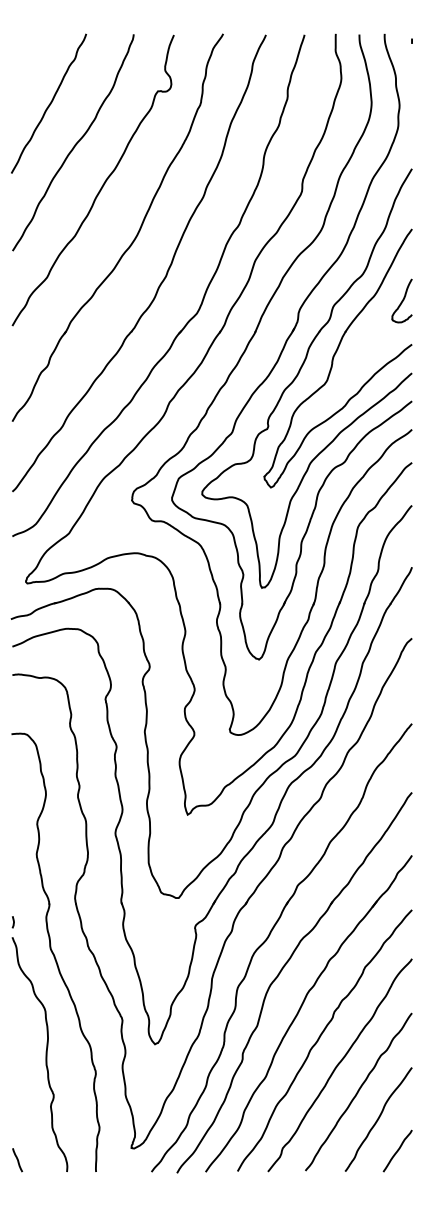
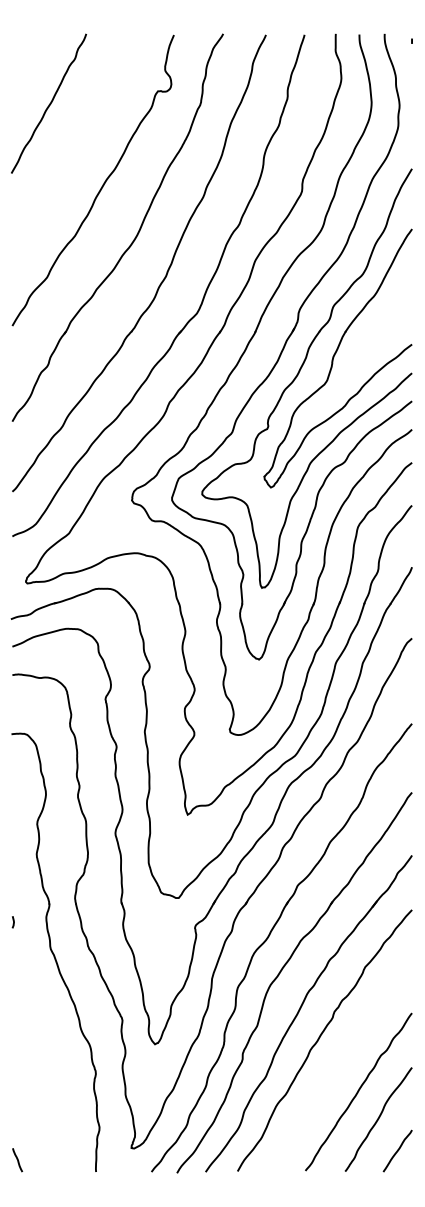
curve at (75, 143): present -> none
curve at (401, 300): present -> none
curve at (45, 1054): present -> none
curve at (339, 1064): present -> none
